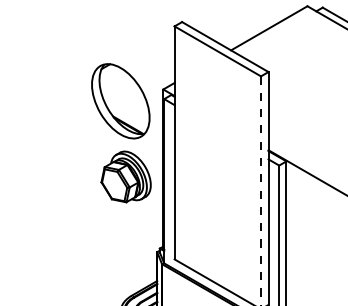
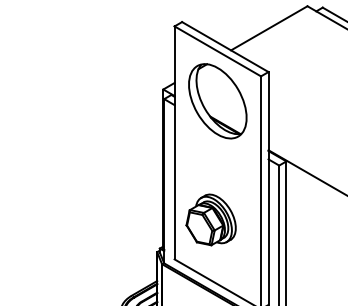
part at (120, 101) position: (120, 101) -> (217, 101)
part at (125, 176) position: (125, 176) -> (210, 219)
line at (261, 191): dashed -> solid
